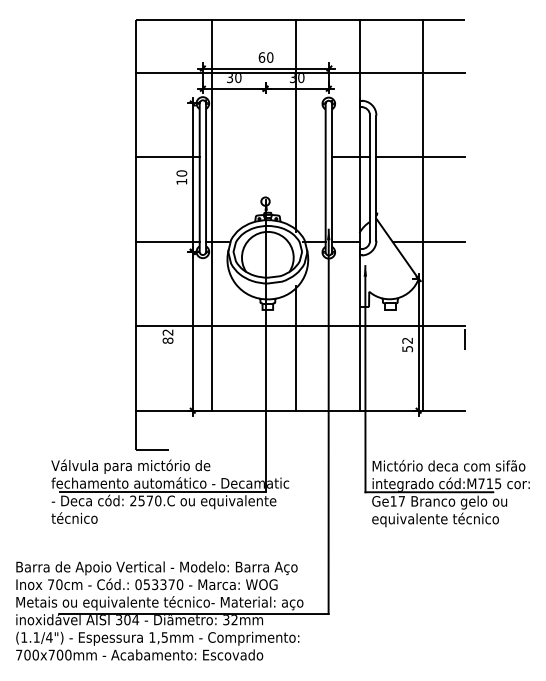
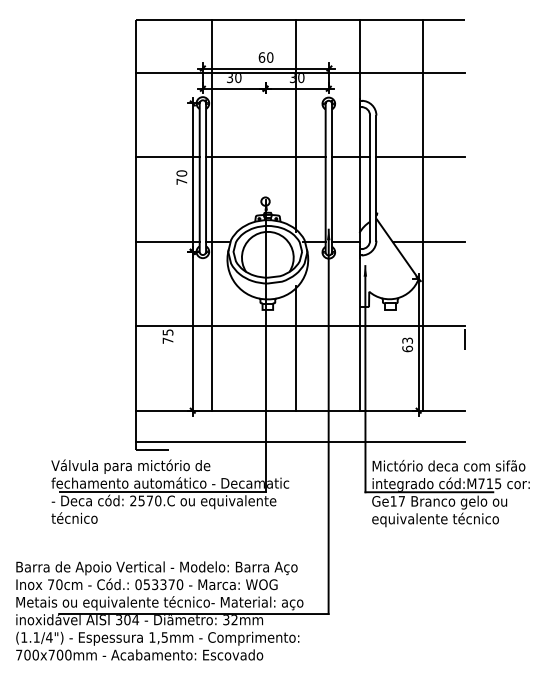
line at (265, 157): none -> present
text at (181, 181): 10 -> 70
text at (167, 336): 82 -> 75
text at (407, 344): 52 -> 63
line at (300, 442): none -> present
